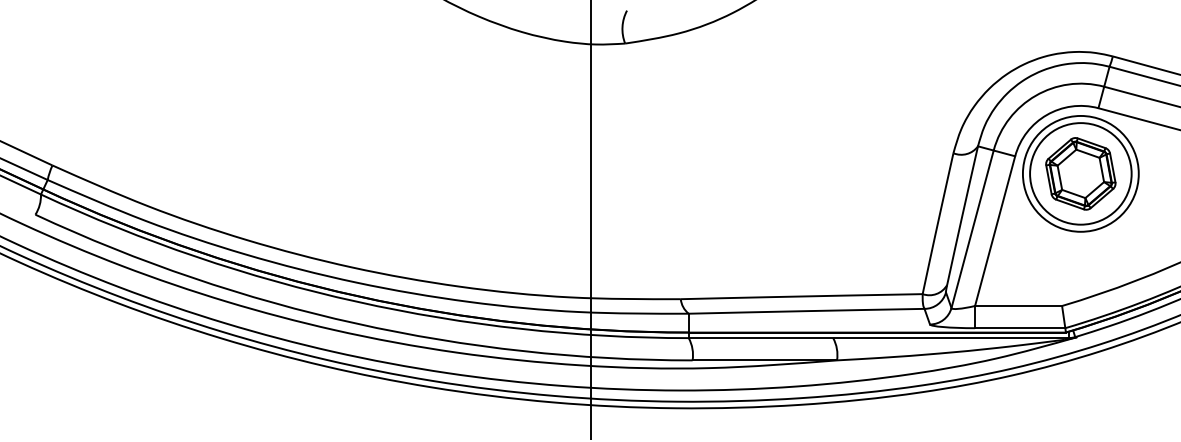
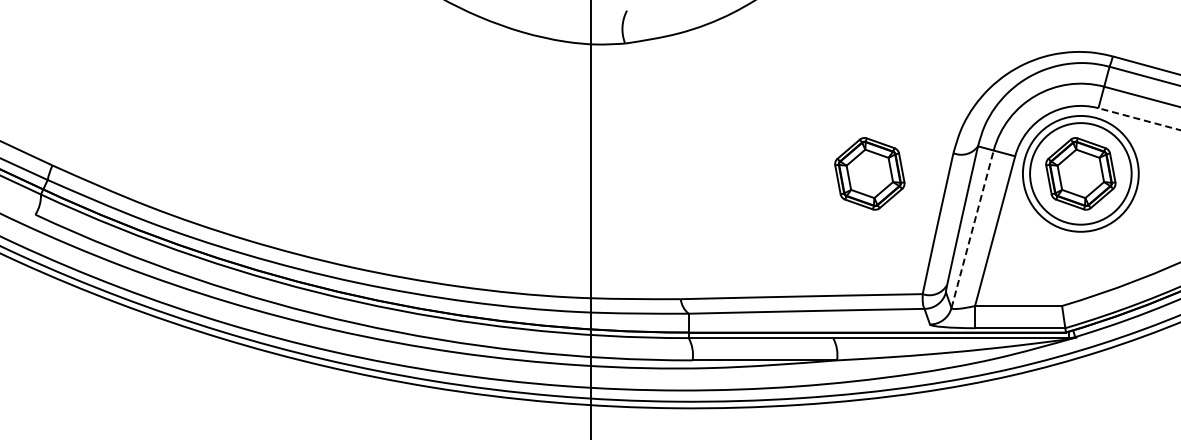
line at (1138, 119): solid -> dashed
part at (869, 173): none -> present
line at (972, 229): solid -> dashed
